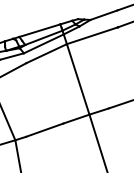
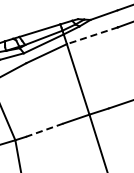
line at (92, 35): solid -> dashed
line at (44, 130): solid -> dashed
